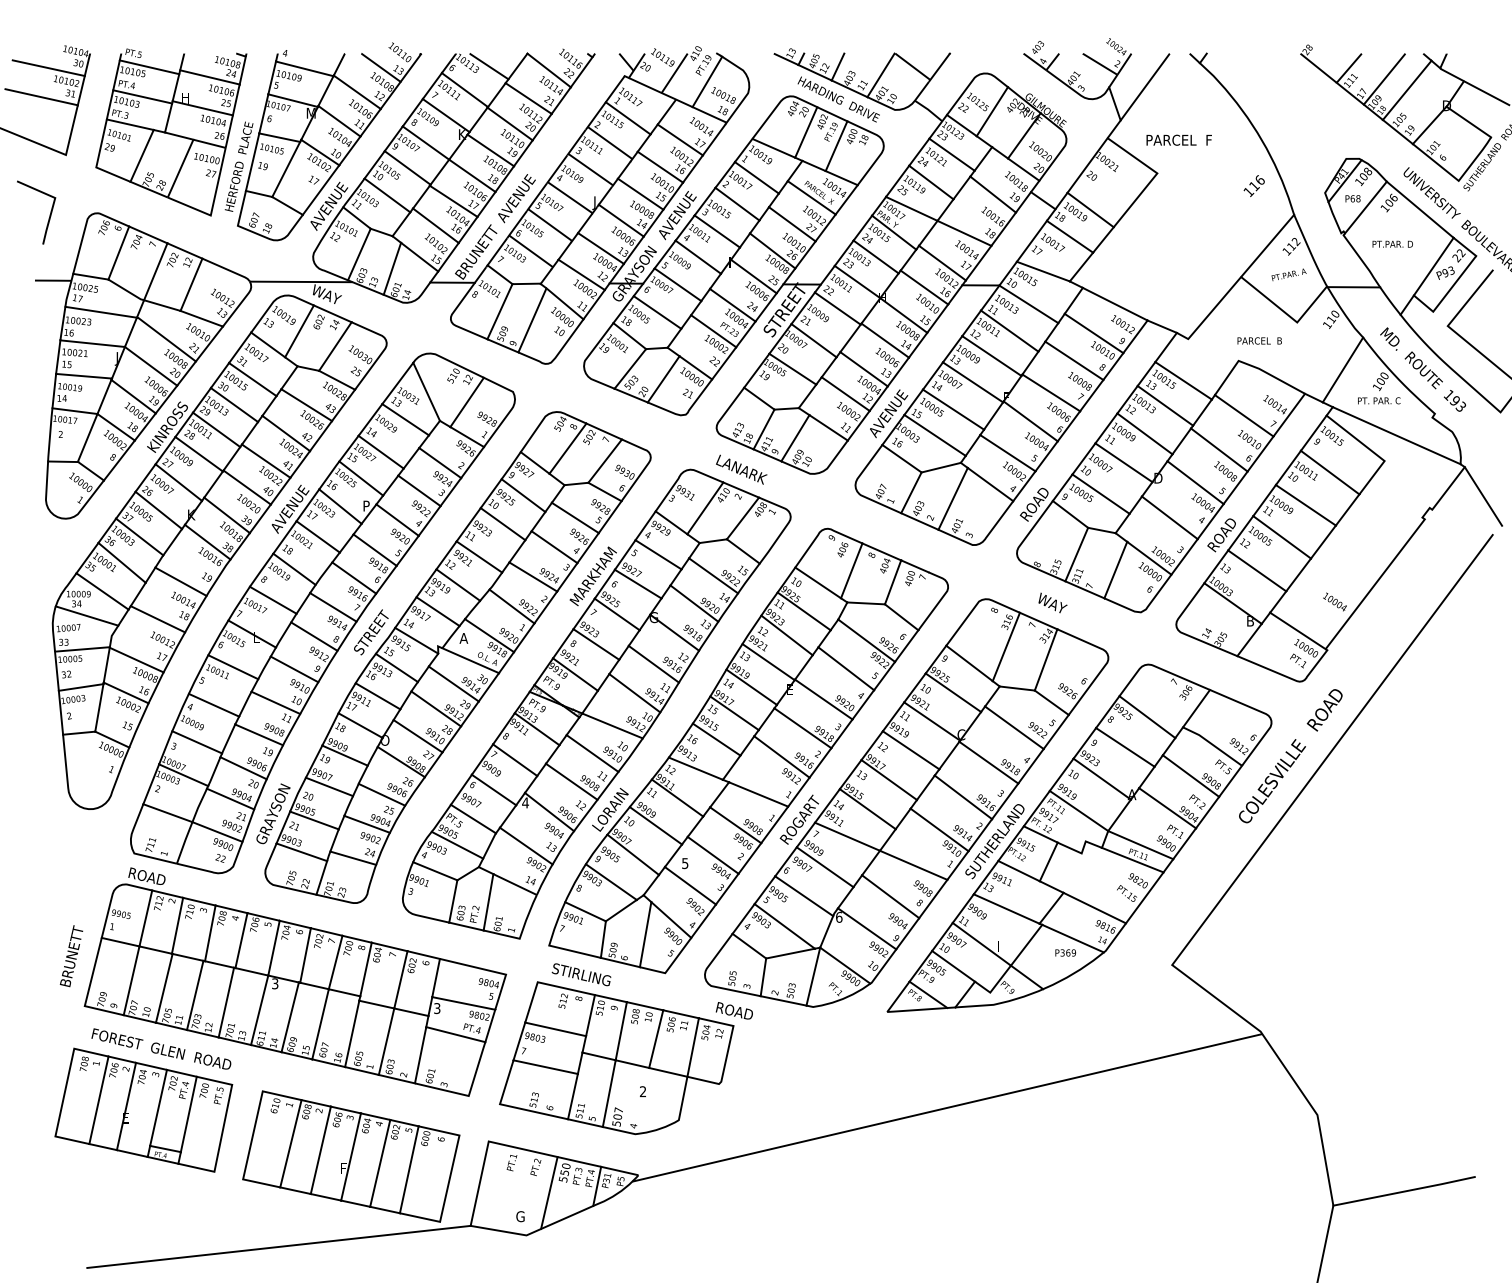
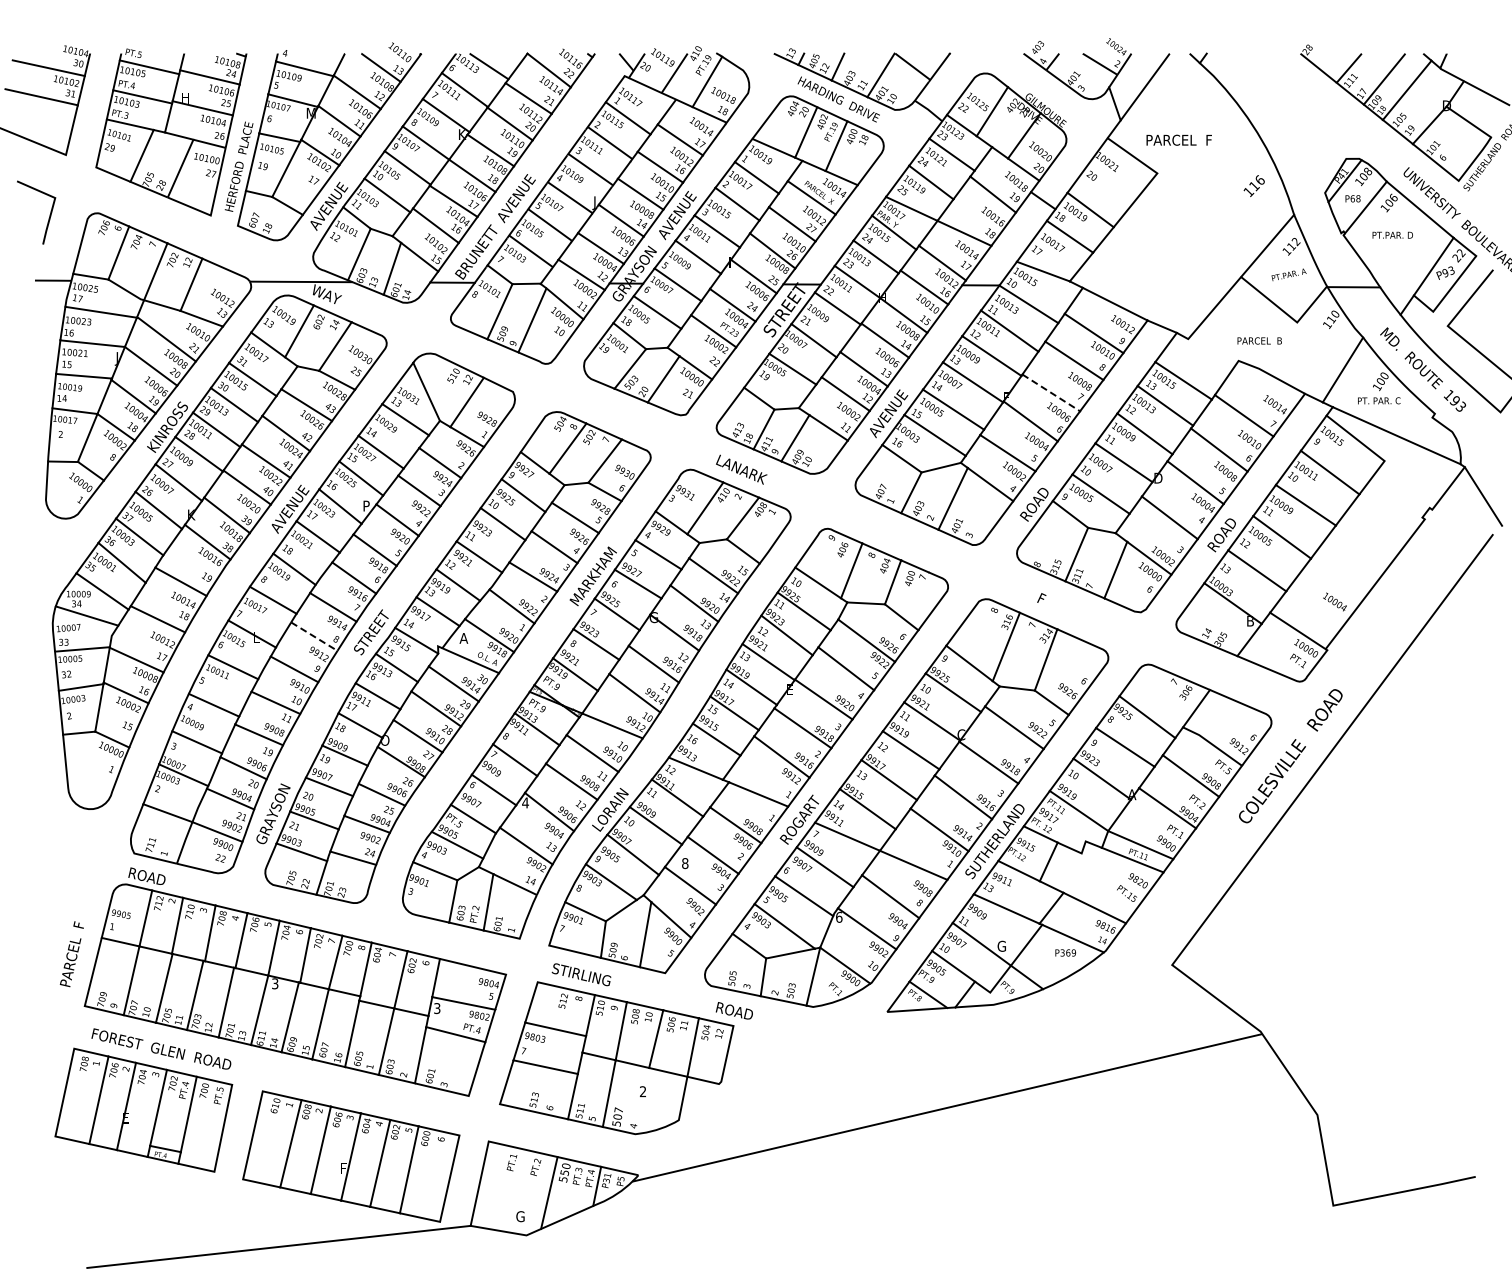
text at (1392, 243) position: (1392, 243) -> (1392, 234)
line at (1051, 393): solid -> dashed
text at (1052, 602): WAY -> F
line at (314, 636): solid -> dashed
text at (685, 863): 5 -> 8
text at (1001, 945): I -> G
text at (72, 953): BRUNETT -> PARCEL  F
line at (1325, 1242): present -> none
